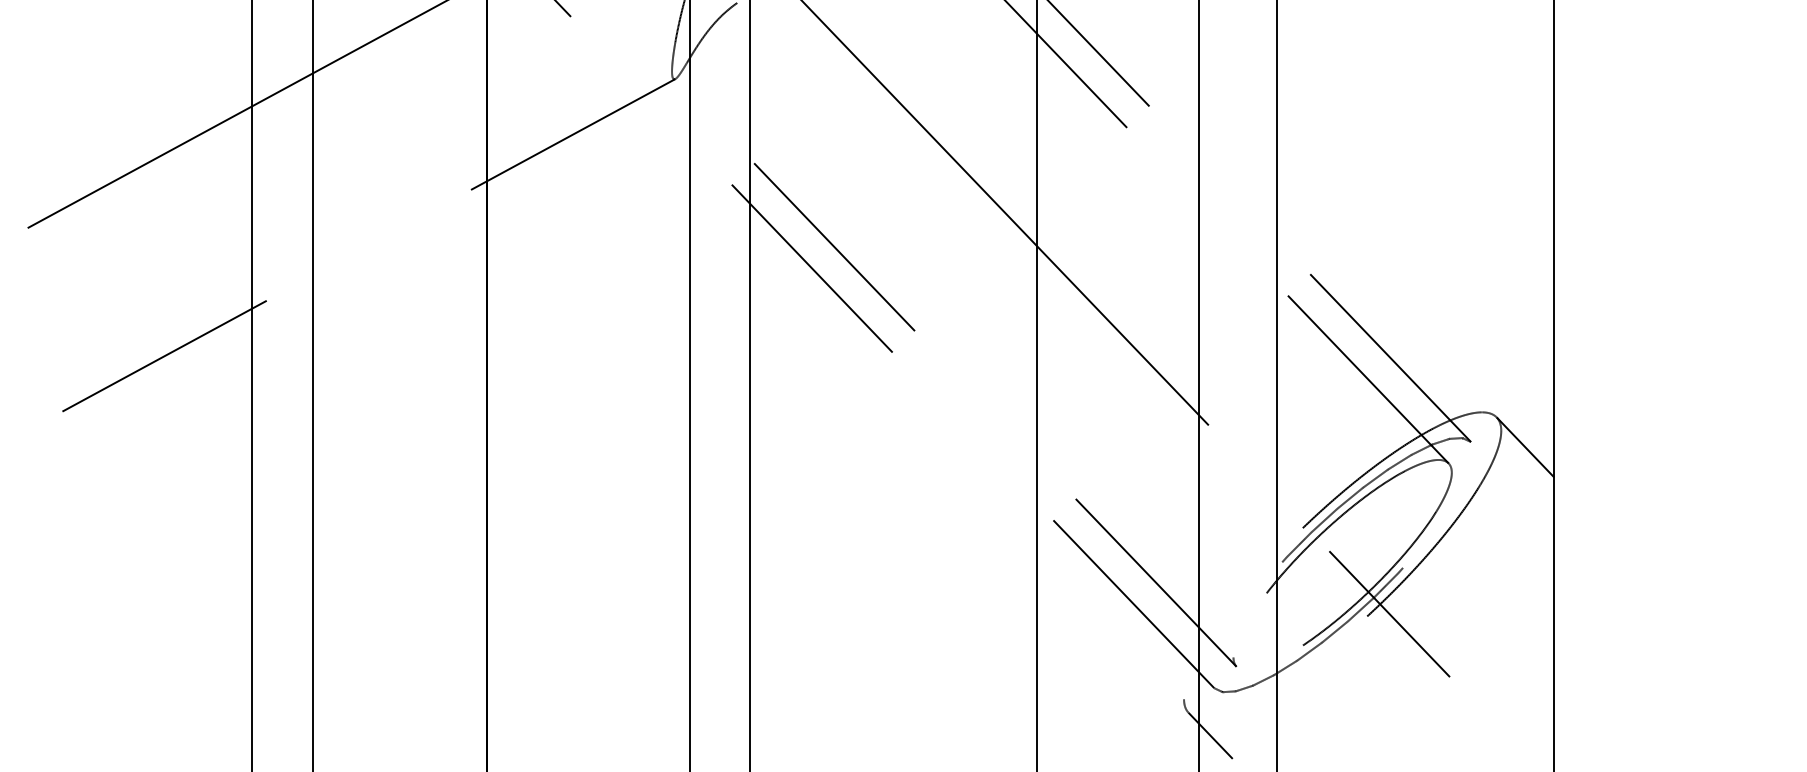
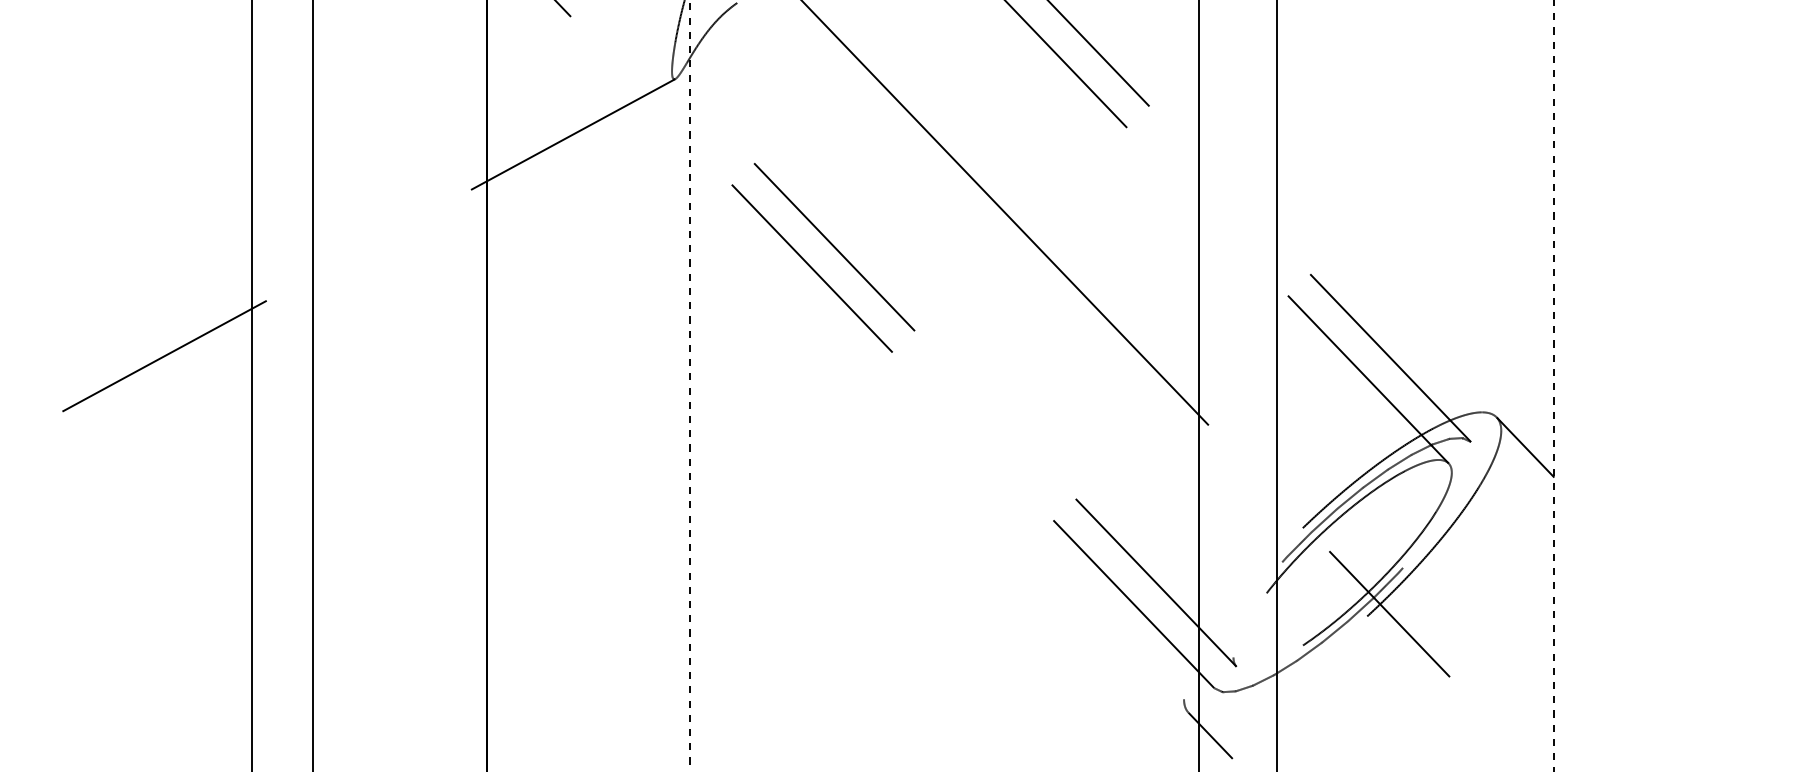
line at (223, 121): present -> none
line at (750, 385): present -> none
line at (1037, 385): present -> none
line at (689, 386): solid -> dashed
line at (1554, 386): solid -> dashed
